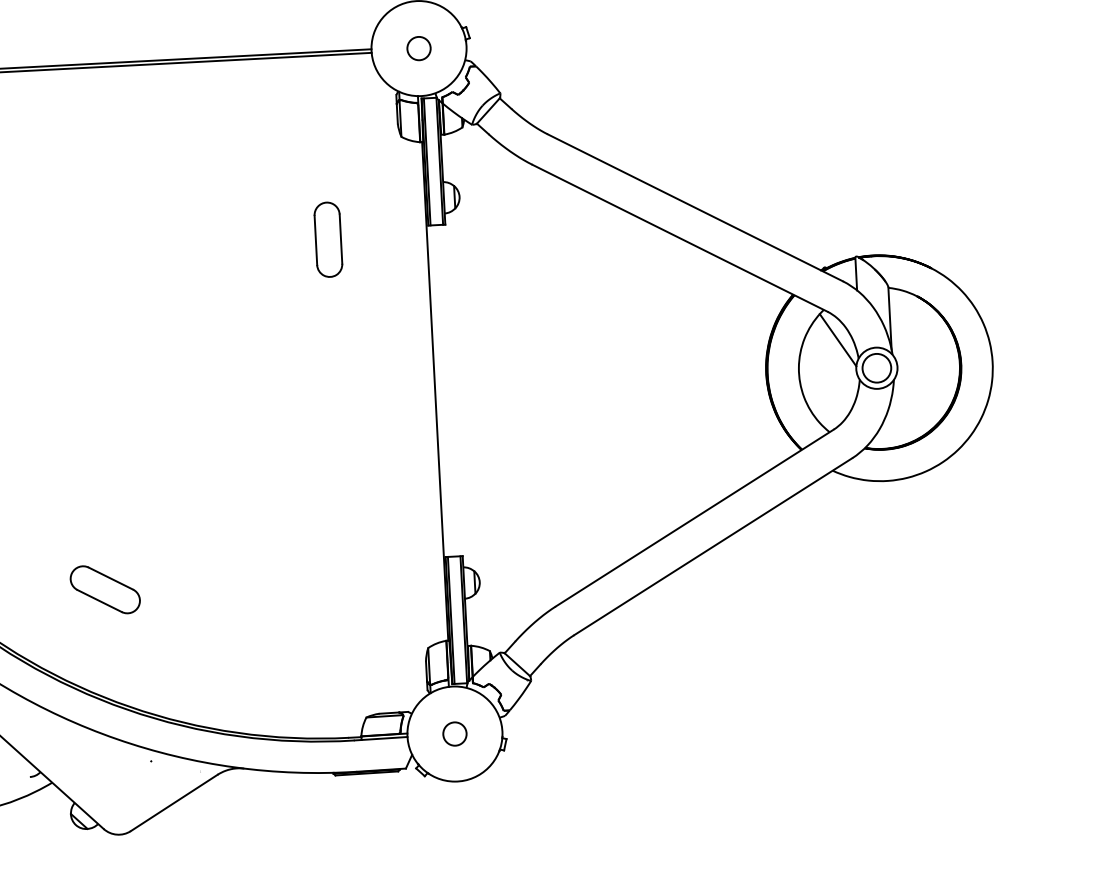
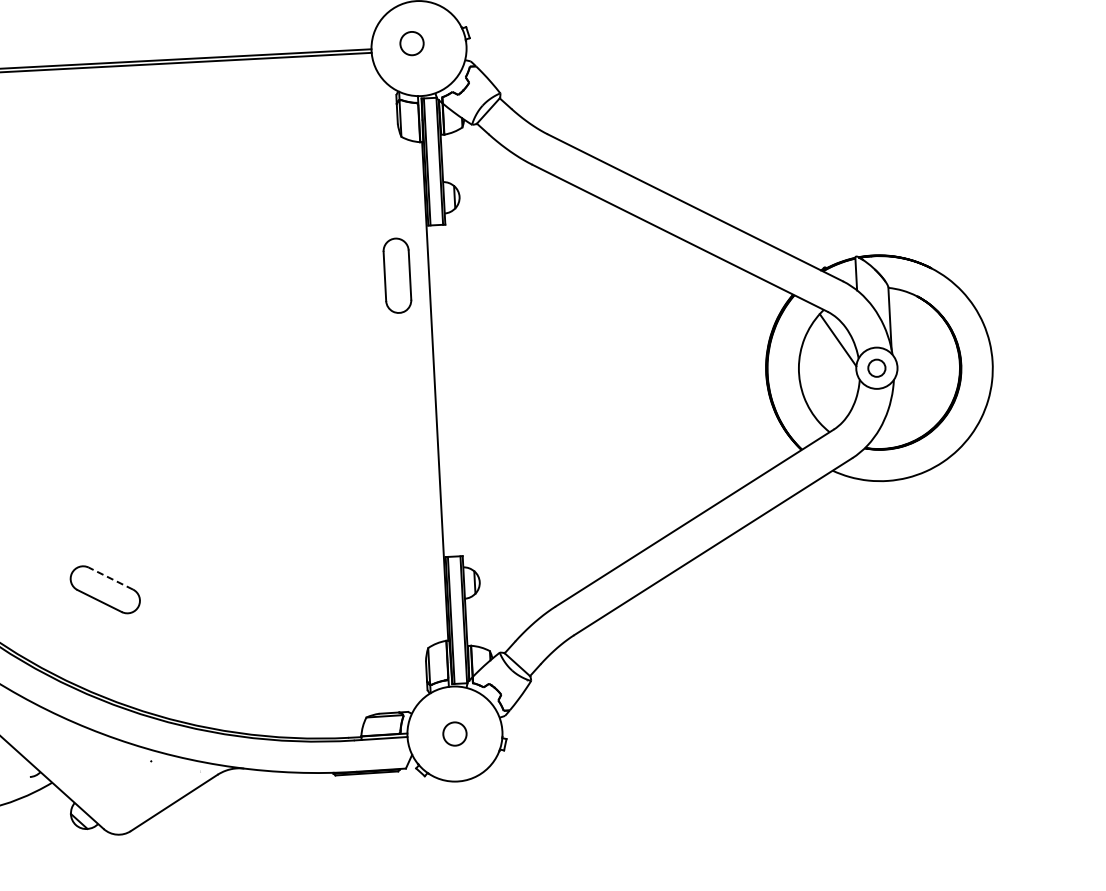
circle at (418, 48) position: (418, 48) -> (411, 43)
part at (328, 239) position: (328, 239) -> (397, 275)
circle at (876, 367) diameter: 29 px -> 17 px
line at (110, 578): solid -> dashed
